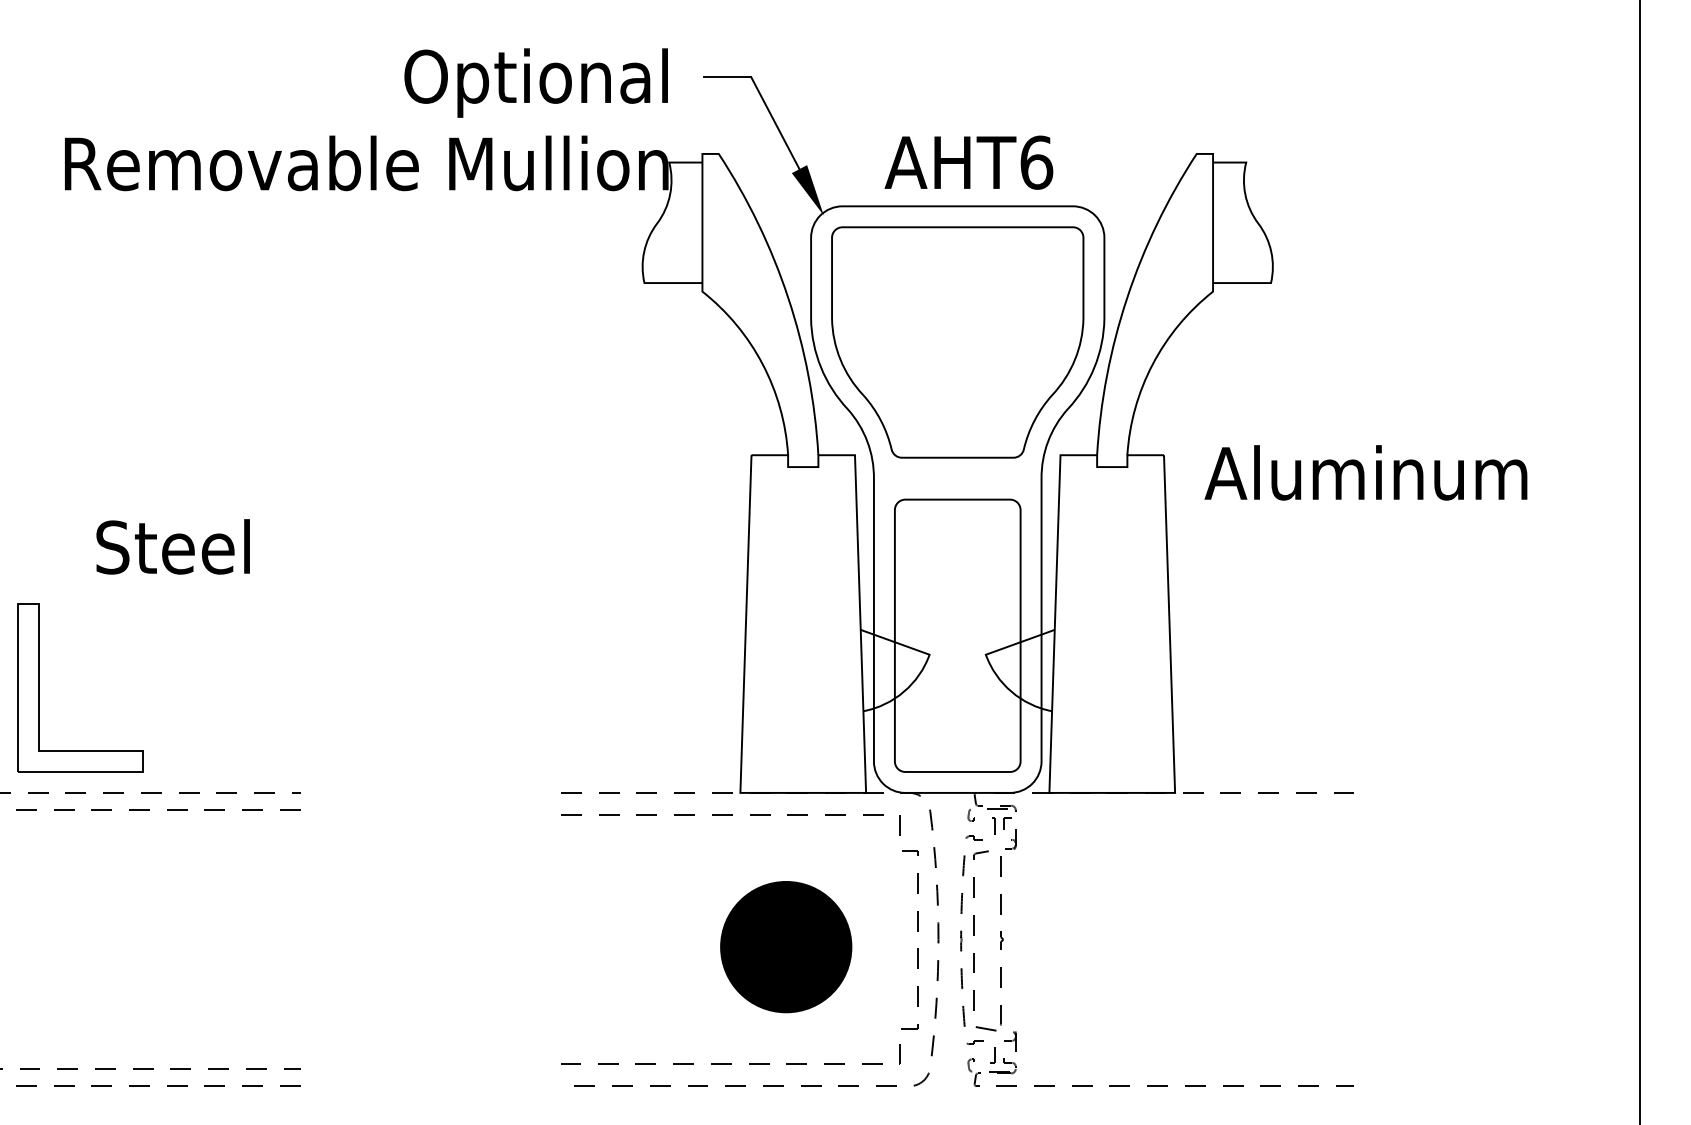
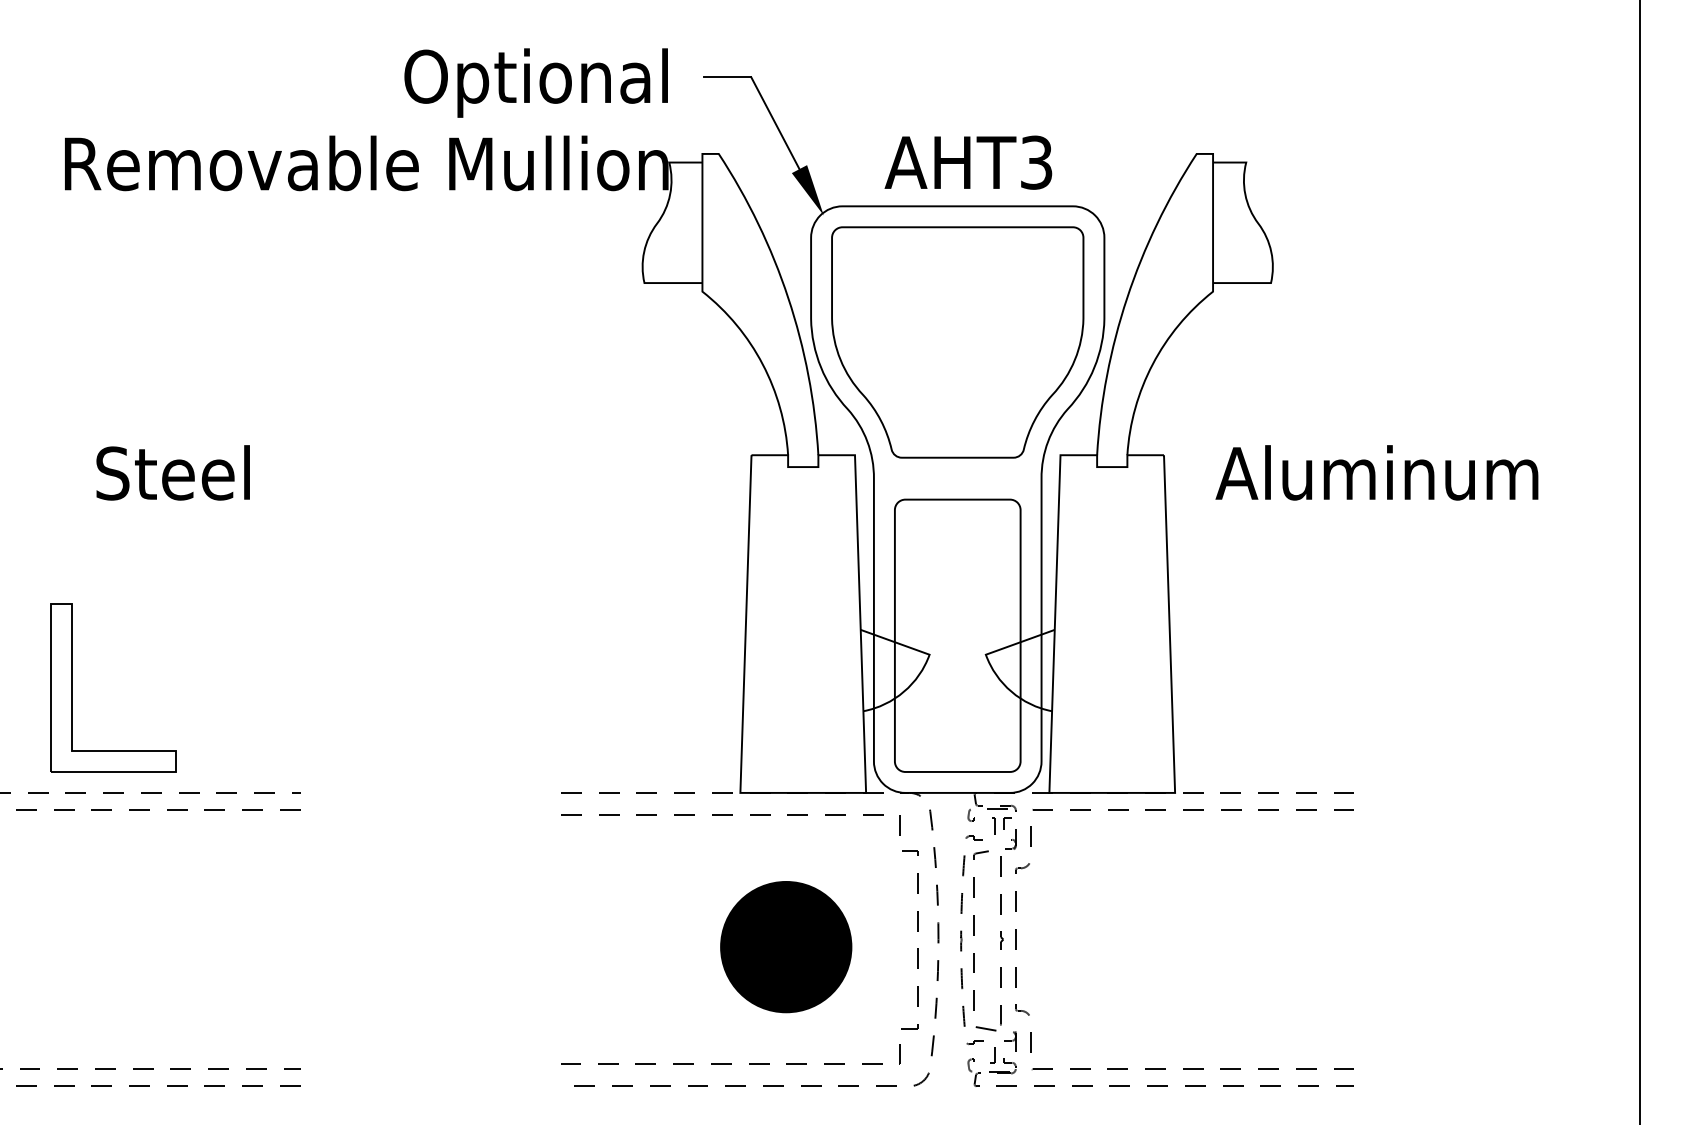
text at (1036, 162): AHT6 -> AHT3
text at (1365, 472) position: (1365, 472) -> (1376, 472)
text at (172, 546) position: (172, 546) -> (172, 472)
part at (39, 687) position: (39, 687) -> (72, 687)
curve at (1184, 810): none -> present
